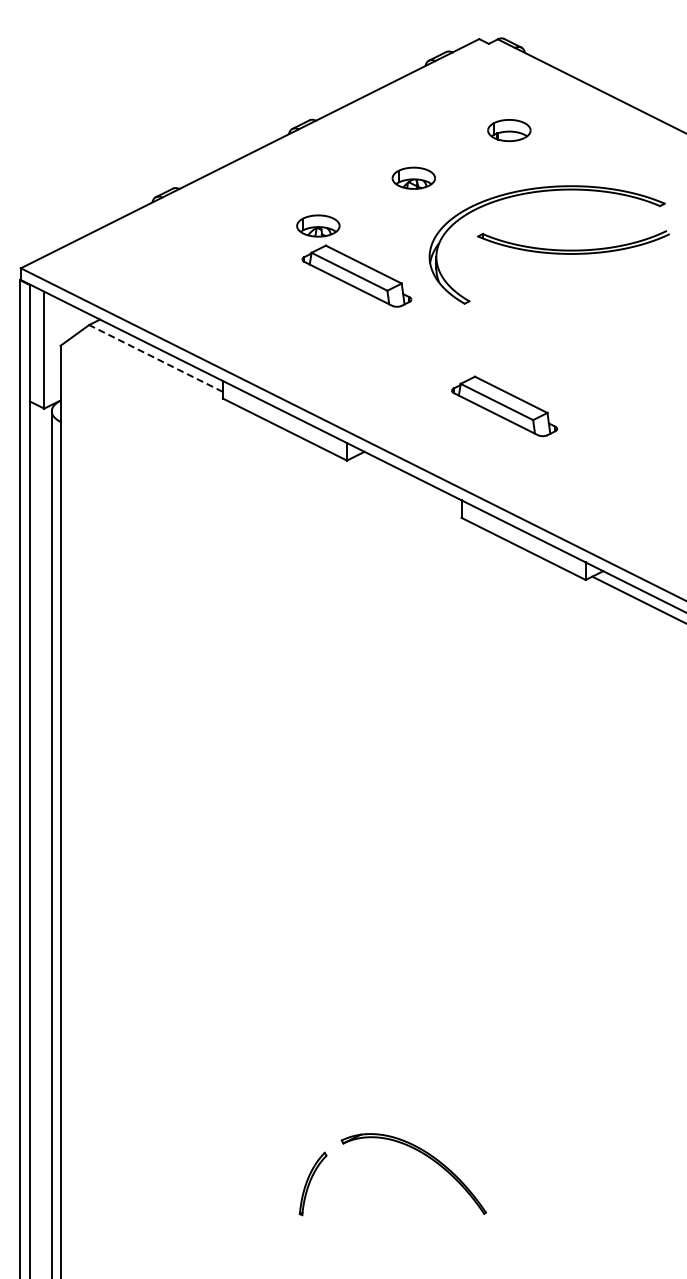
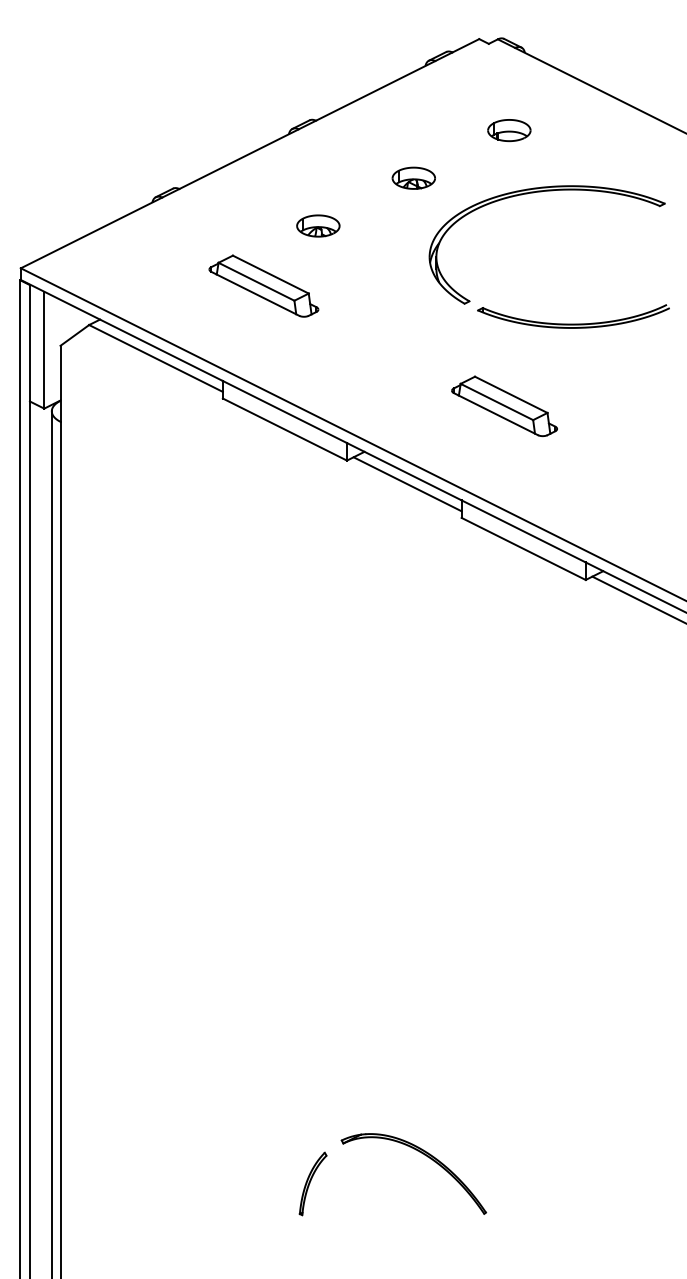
part at (573, 249) position: (573, 249) -> (573, 323)
part at (356, 275) position: (356, 275) -> (263, 285)
line at (156, 358): dashed -> solid
line at (407, 484): none -> present
